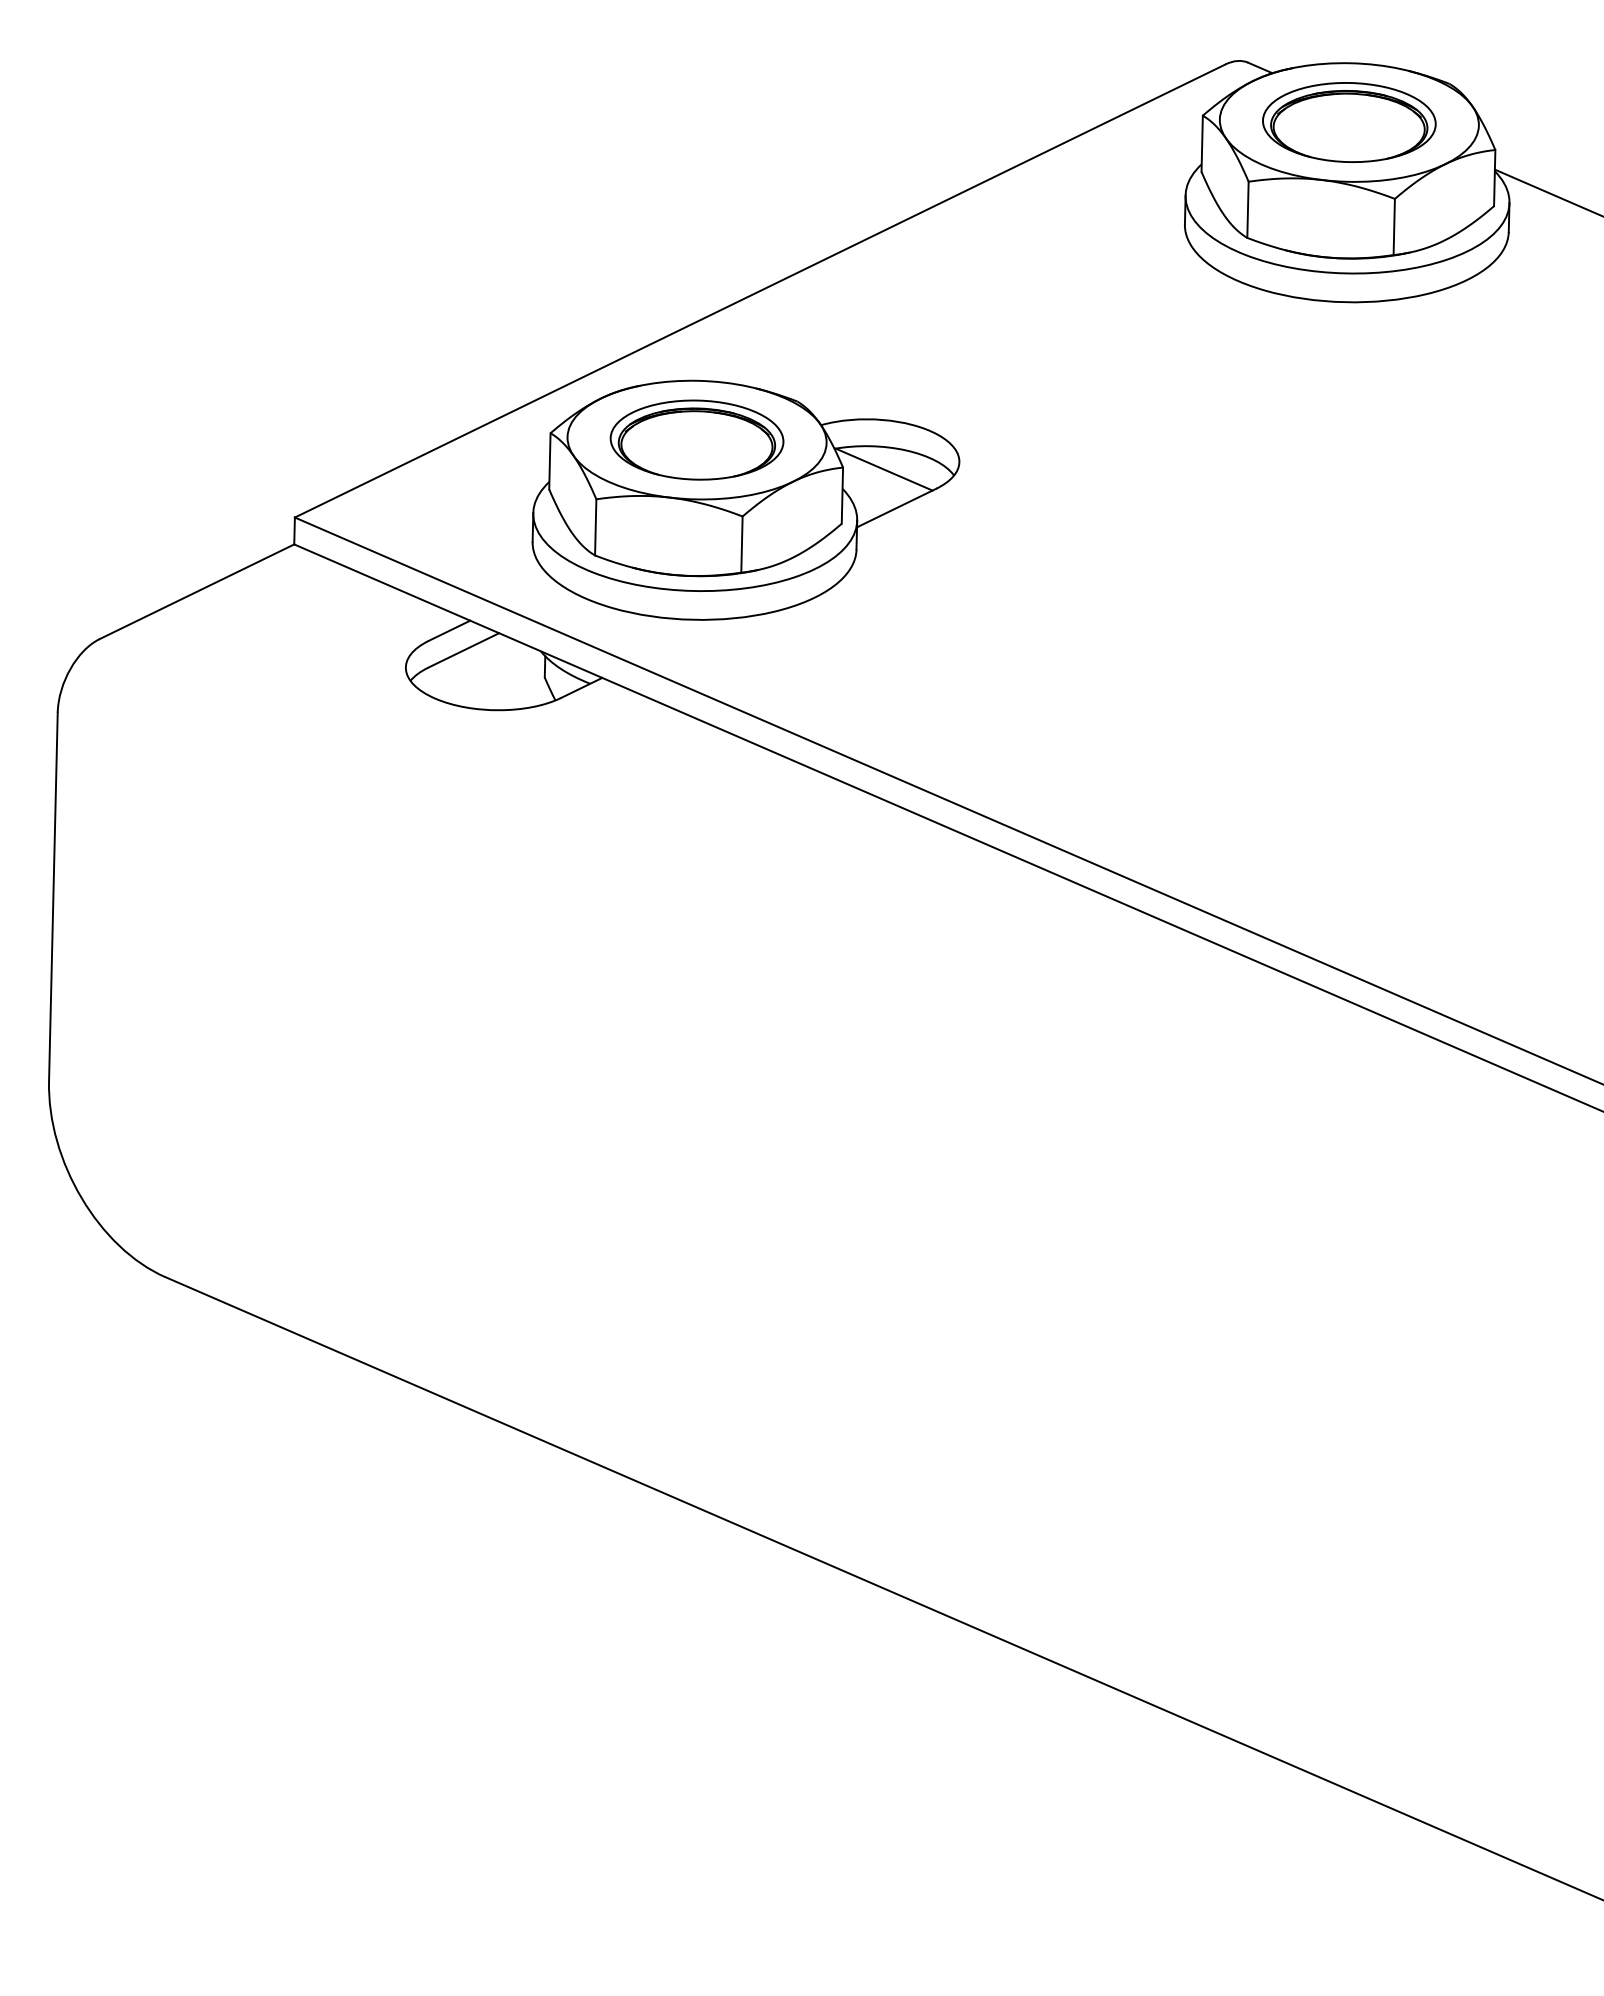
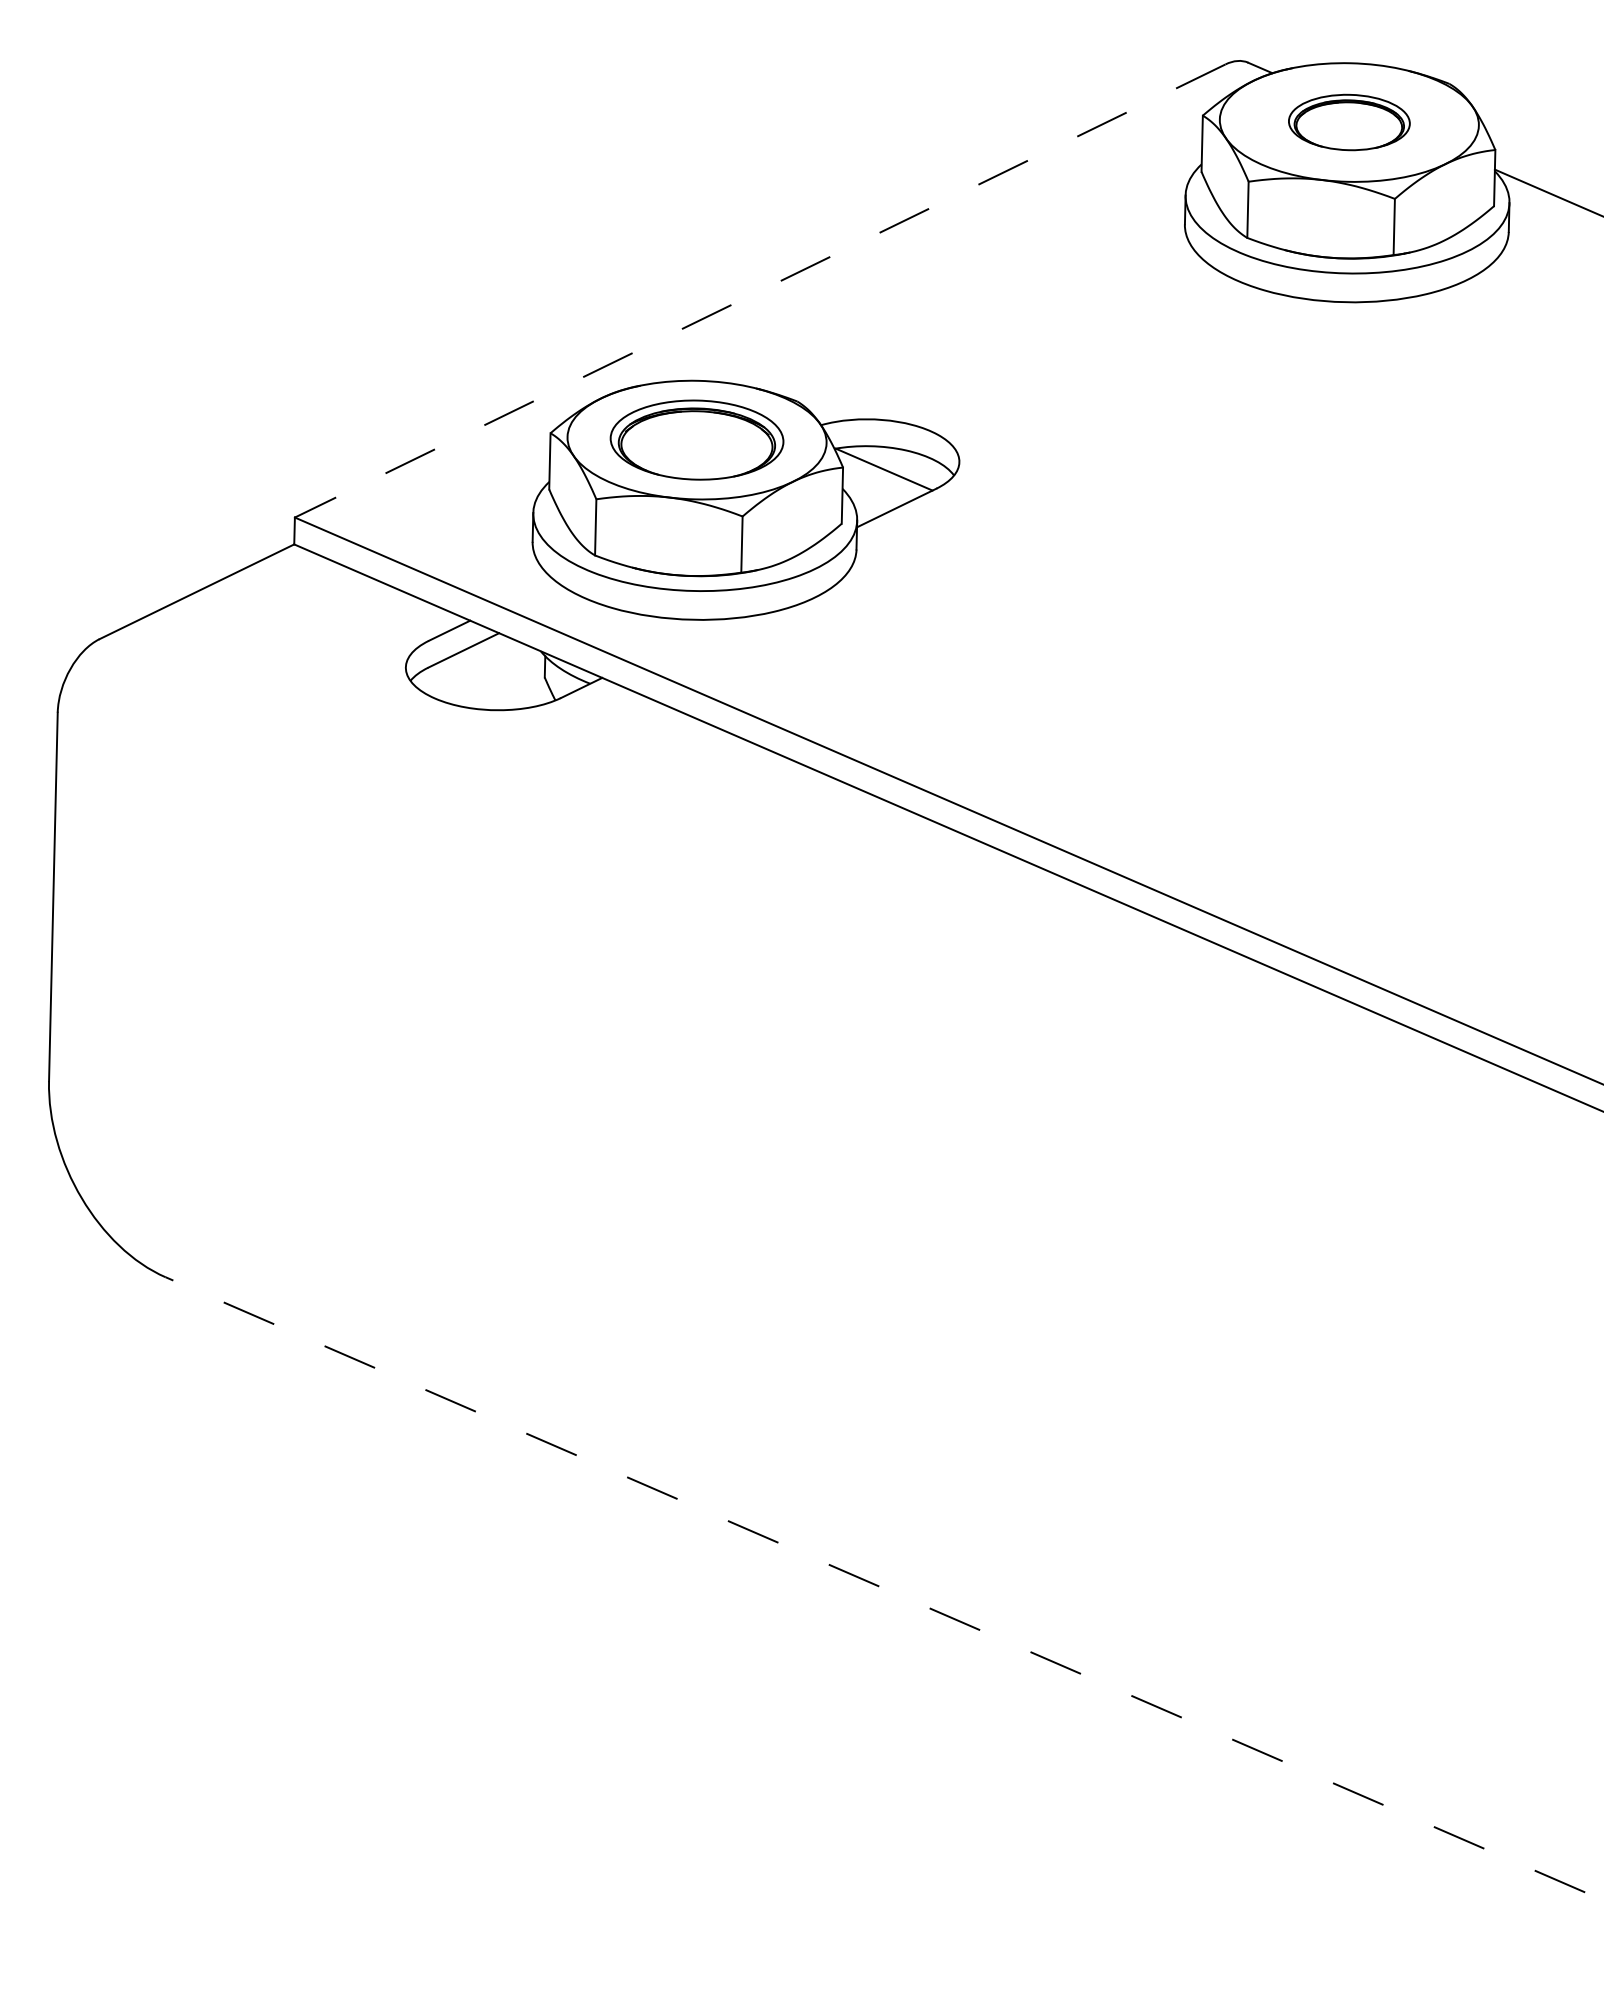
part at (1349, 122) size: 175x81 px -> 123x59 px
line at (760, 291): solid -> dashed
line at (884, 1588): solid -> dashed
